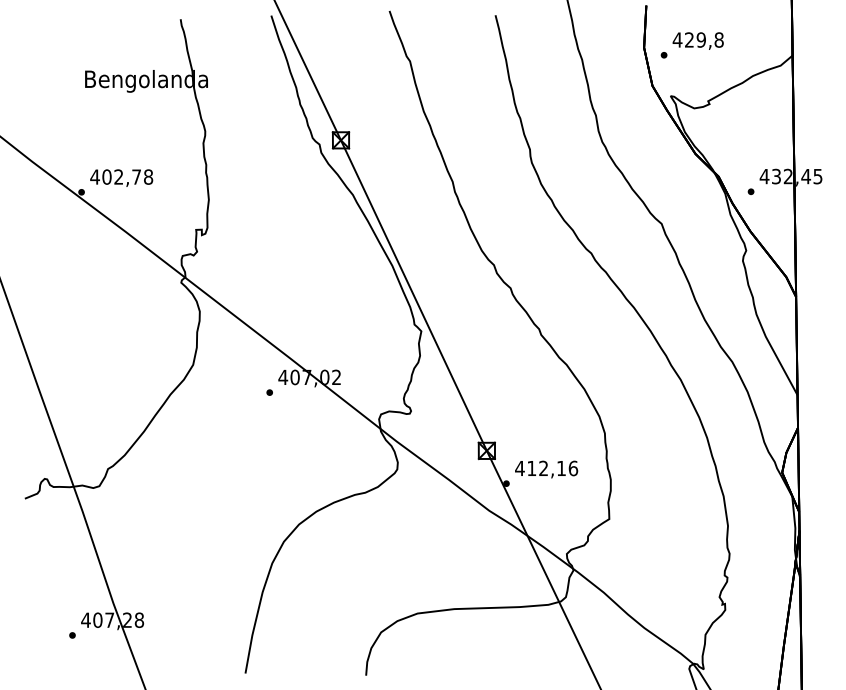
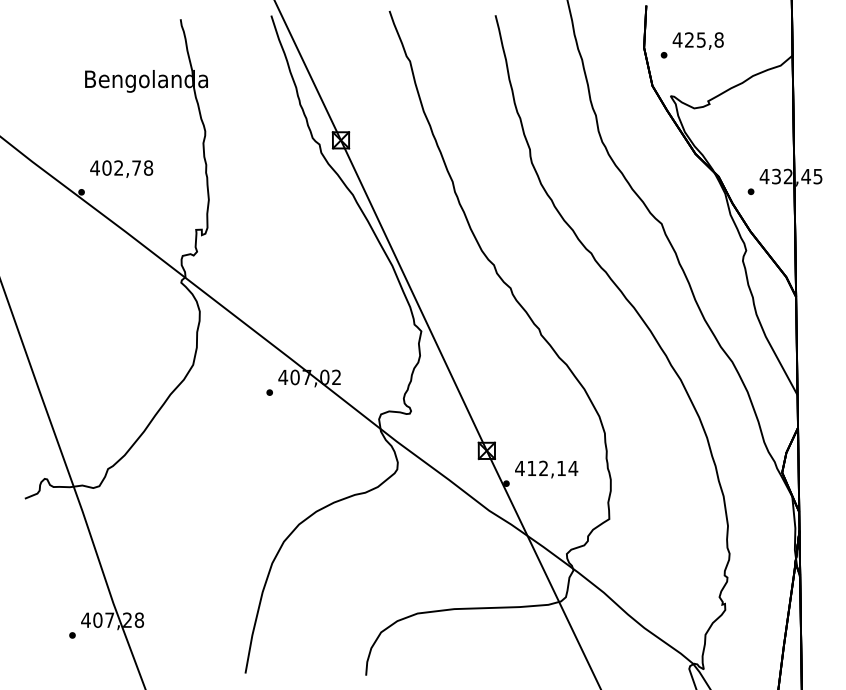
text at (700, 39): 429,8 -> 425,8
text at (121, 177) position: (121, 177) -> (121, 168)
text at (573, 468): 412,16 -> 412,14
